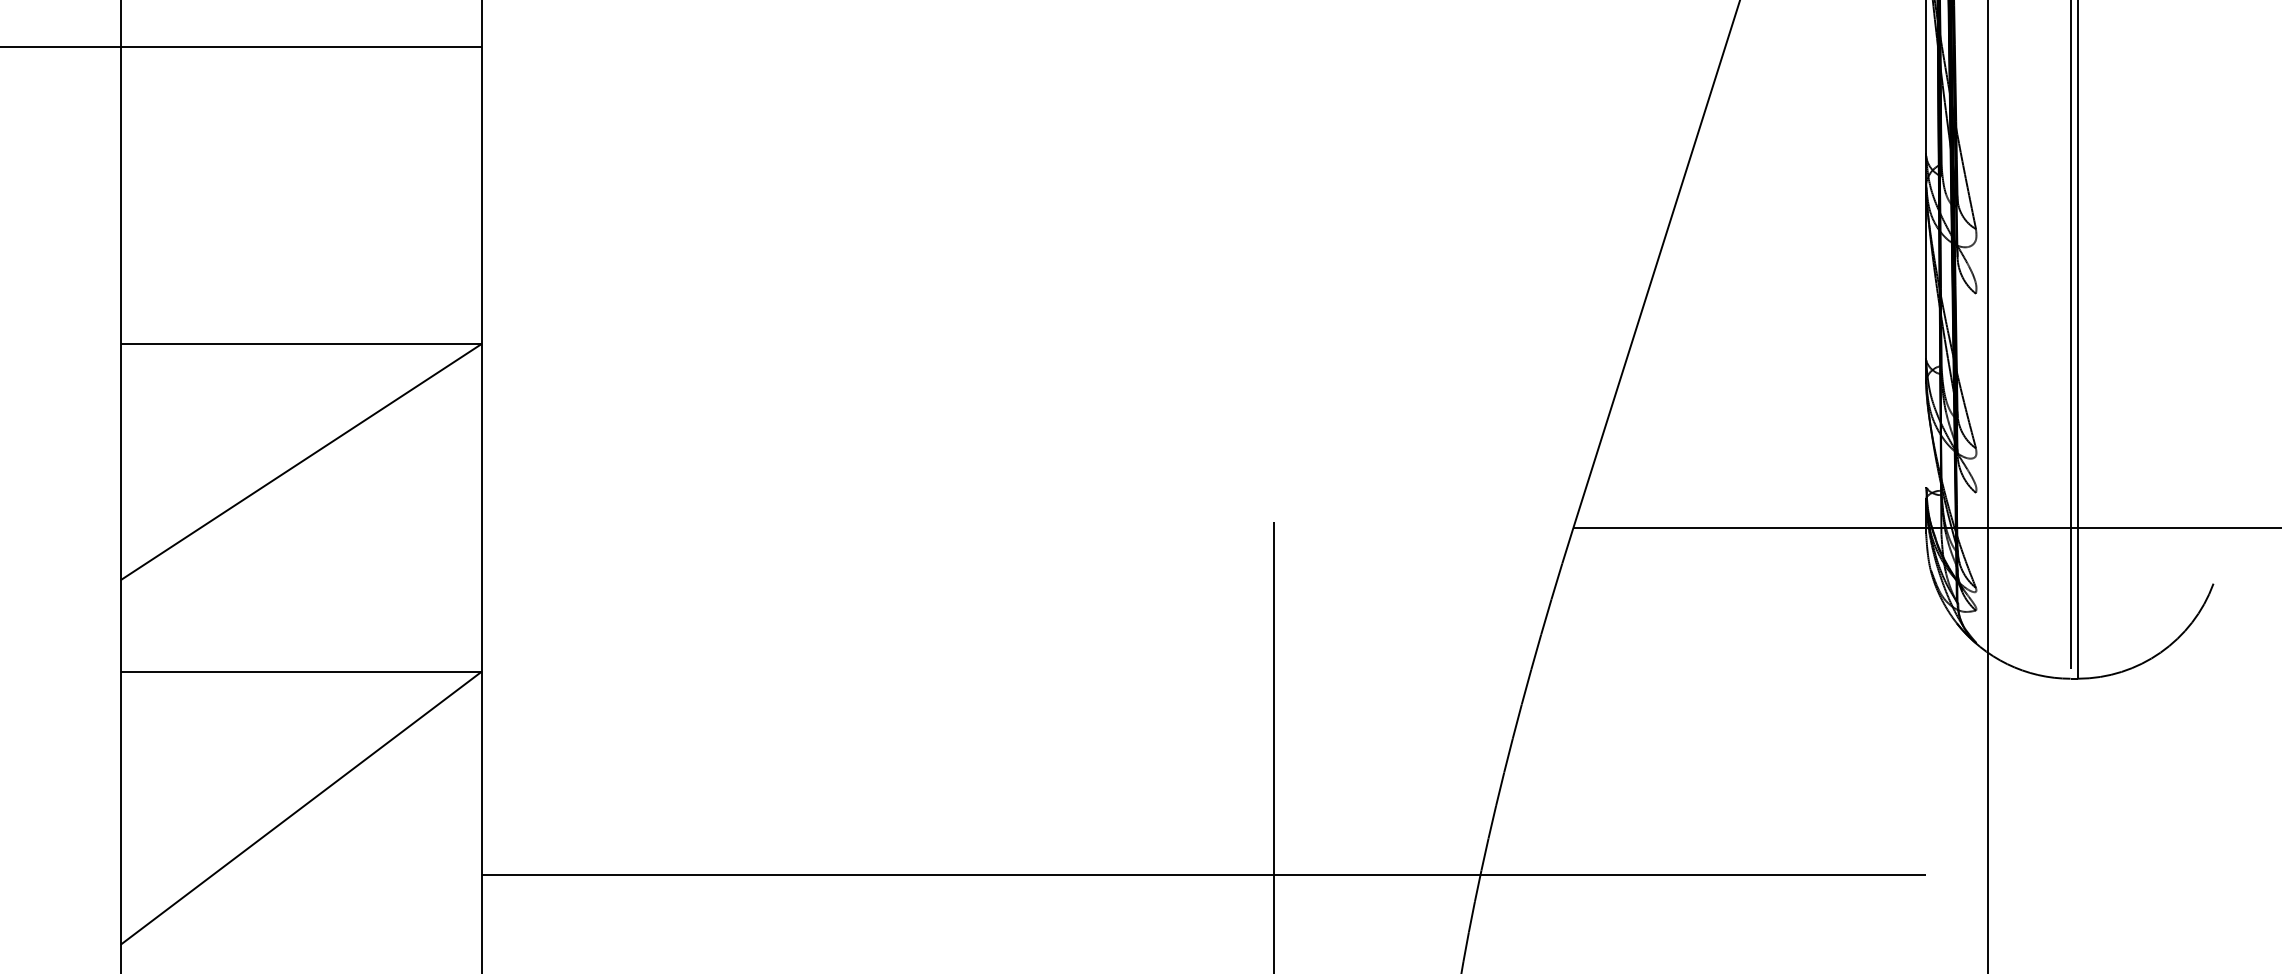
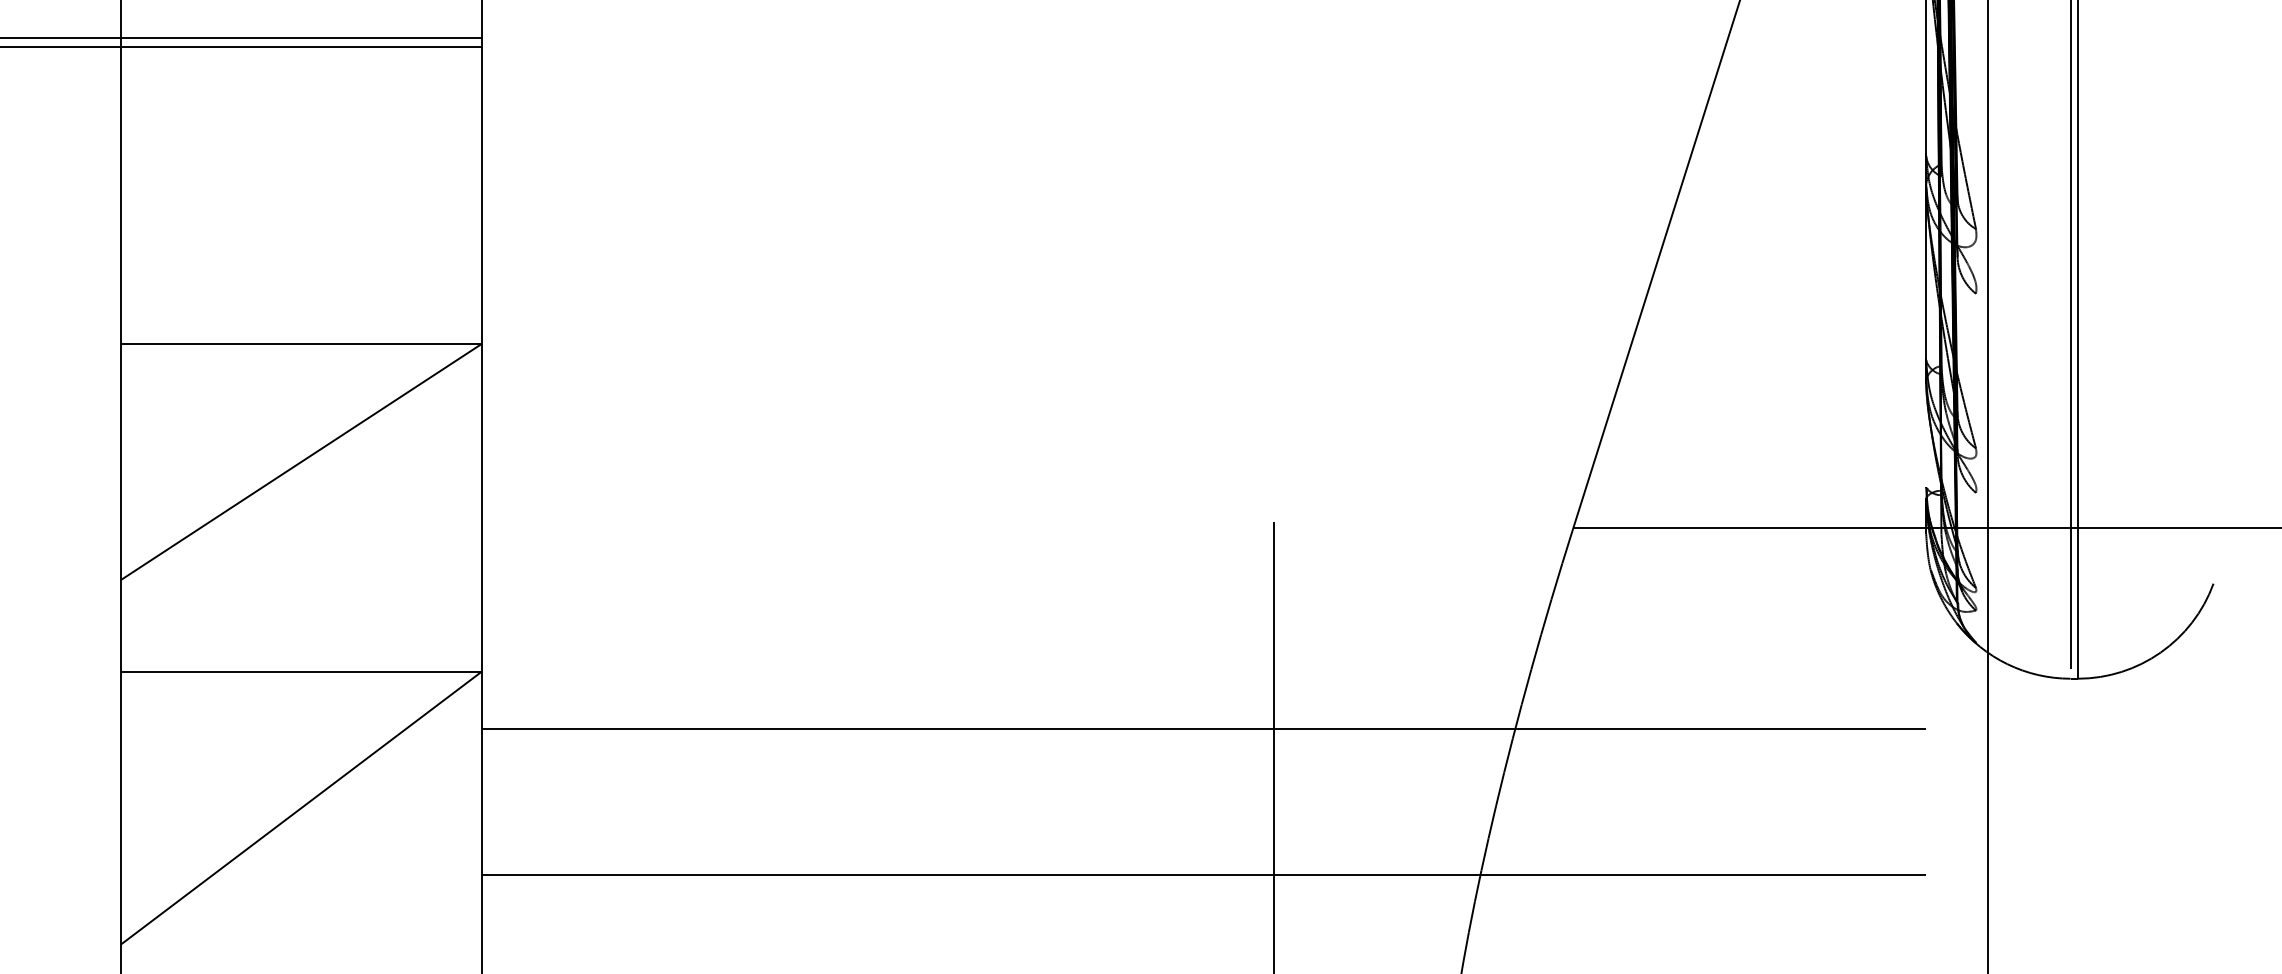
line at (241, 37): none -> present
line at (1203, 729): none -> present
